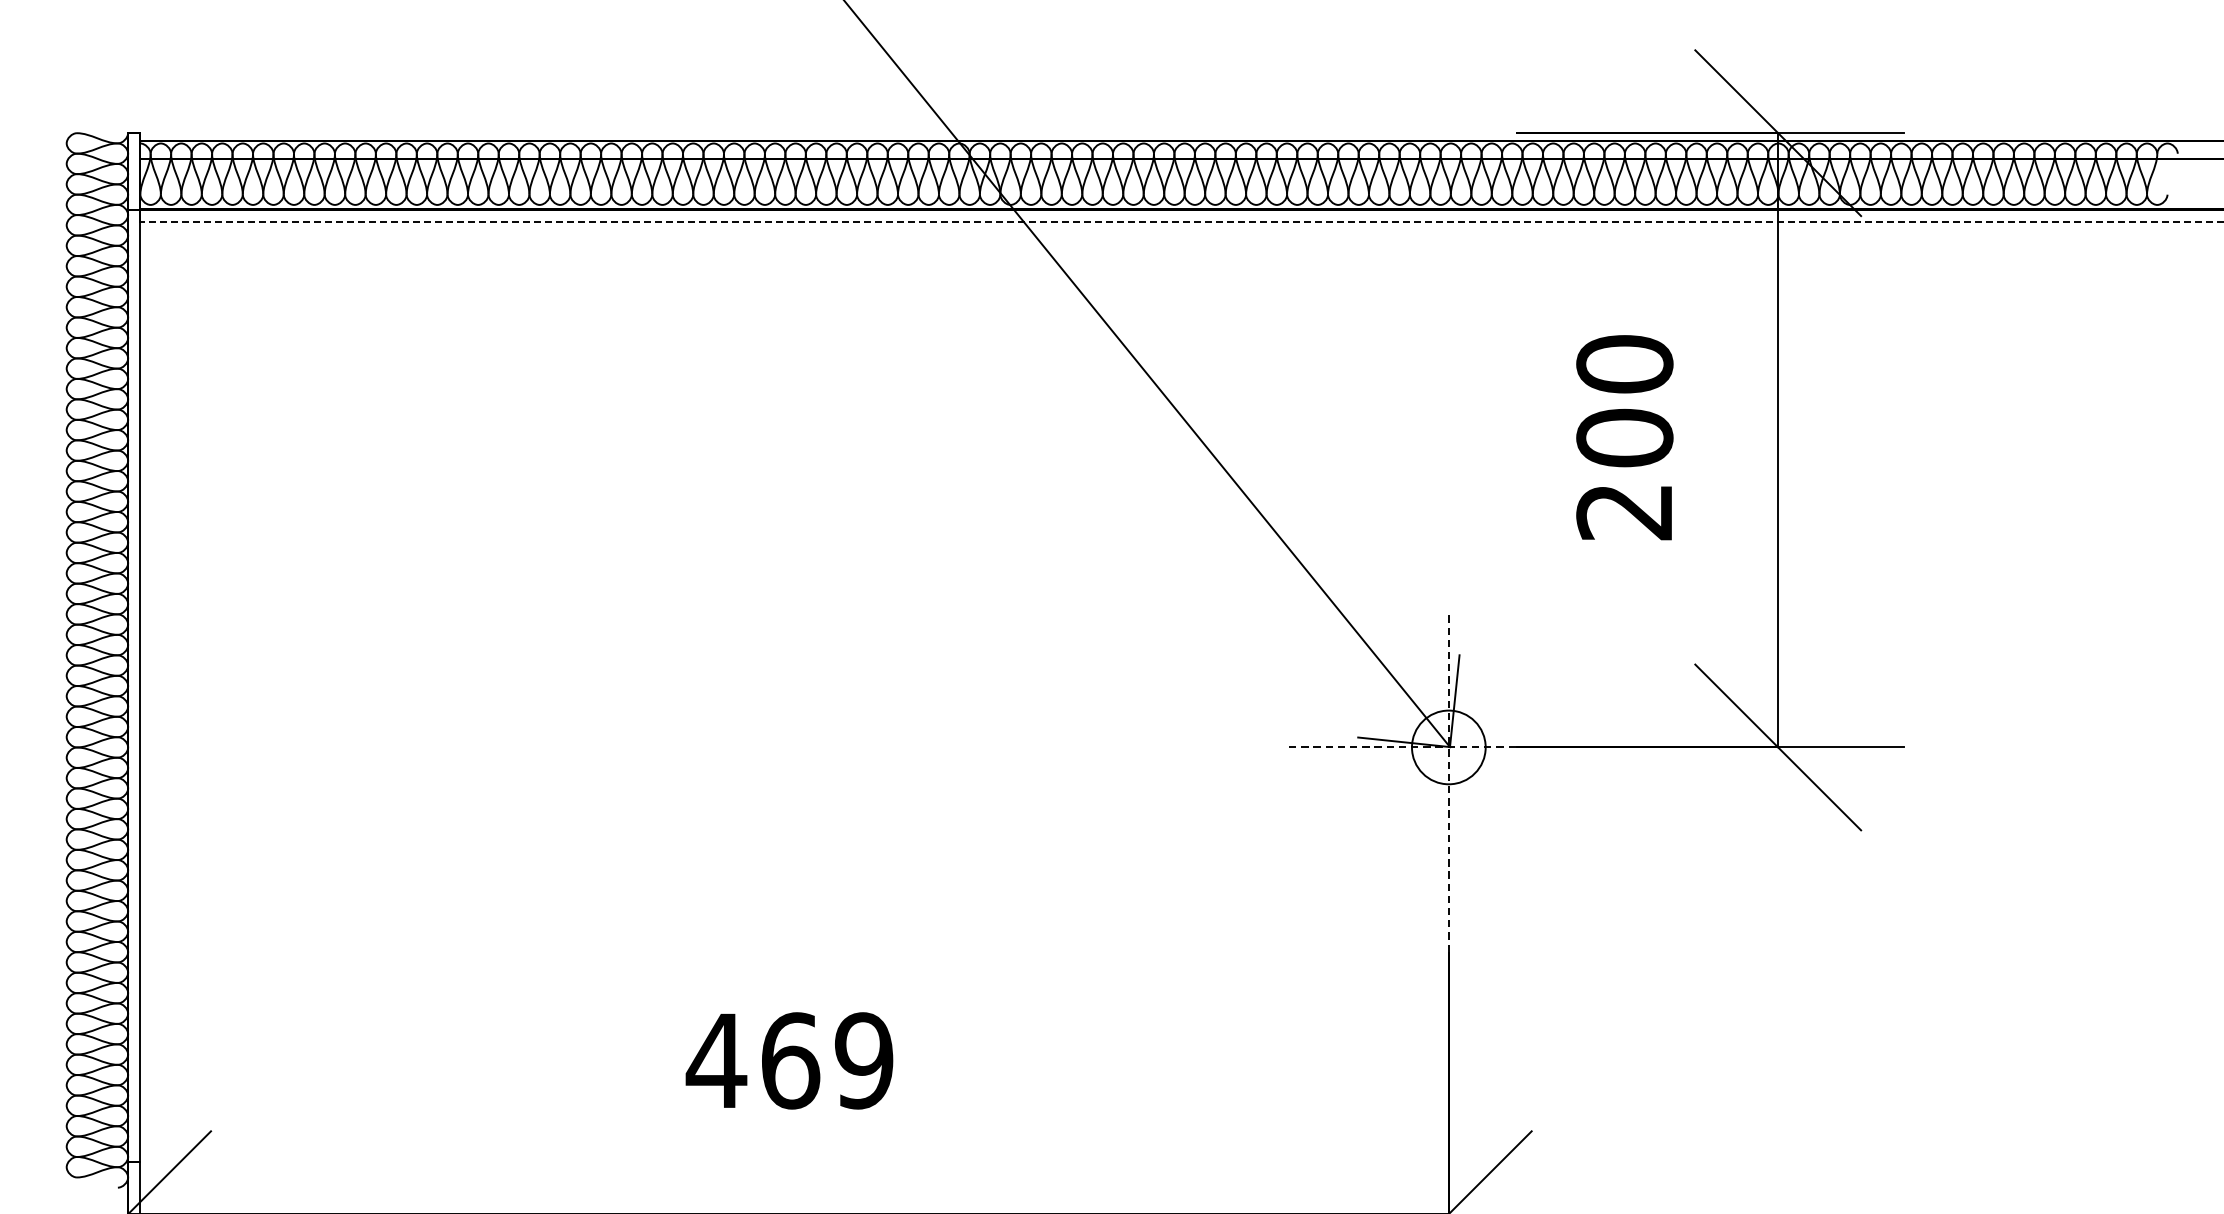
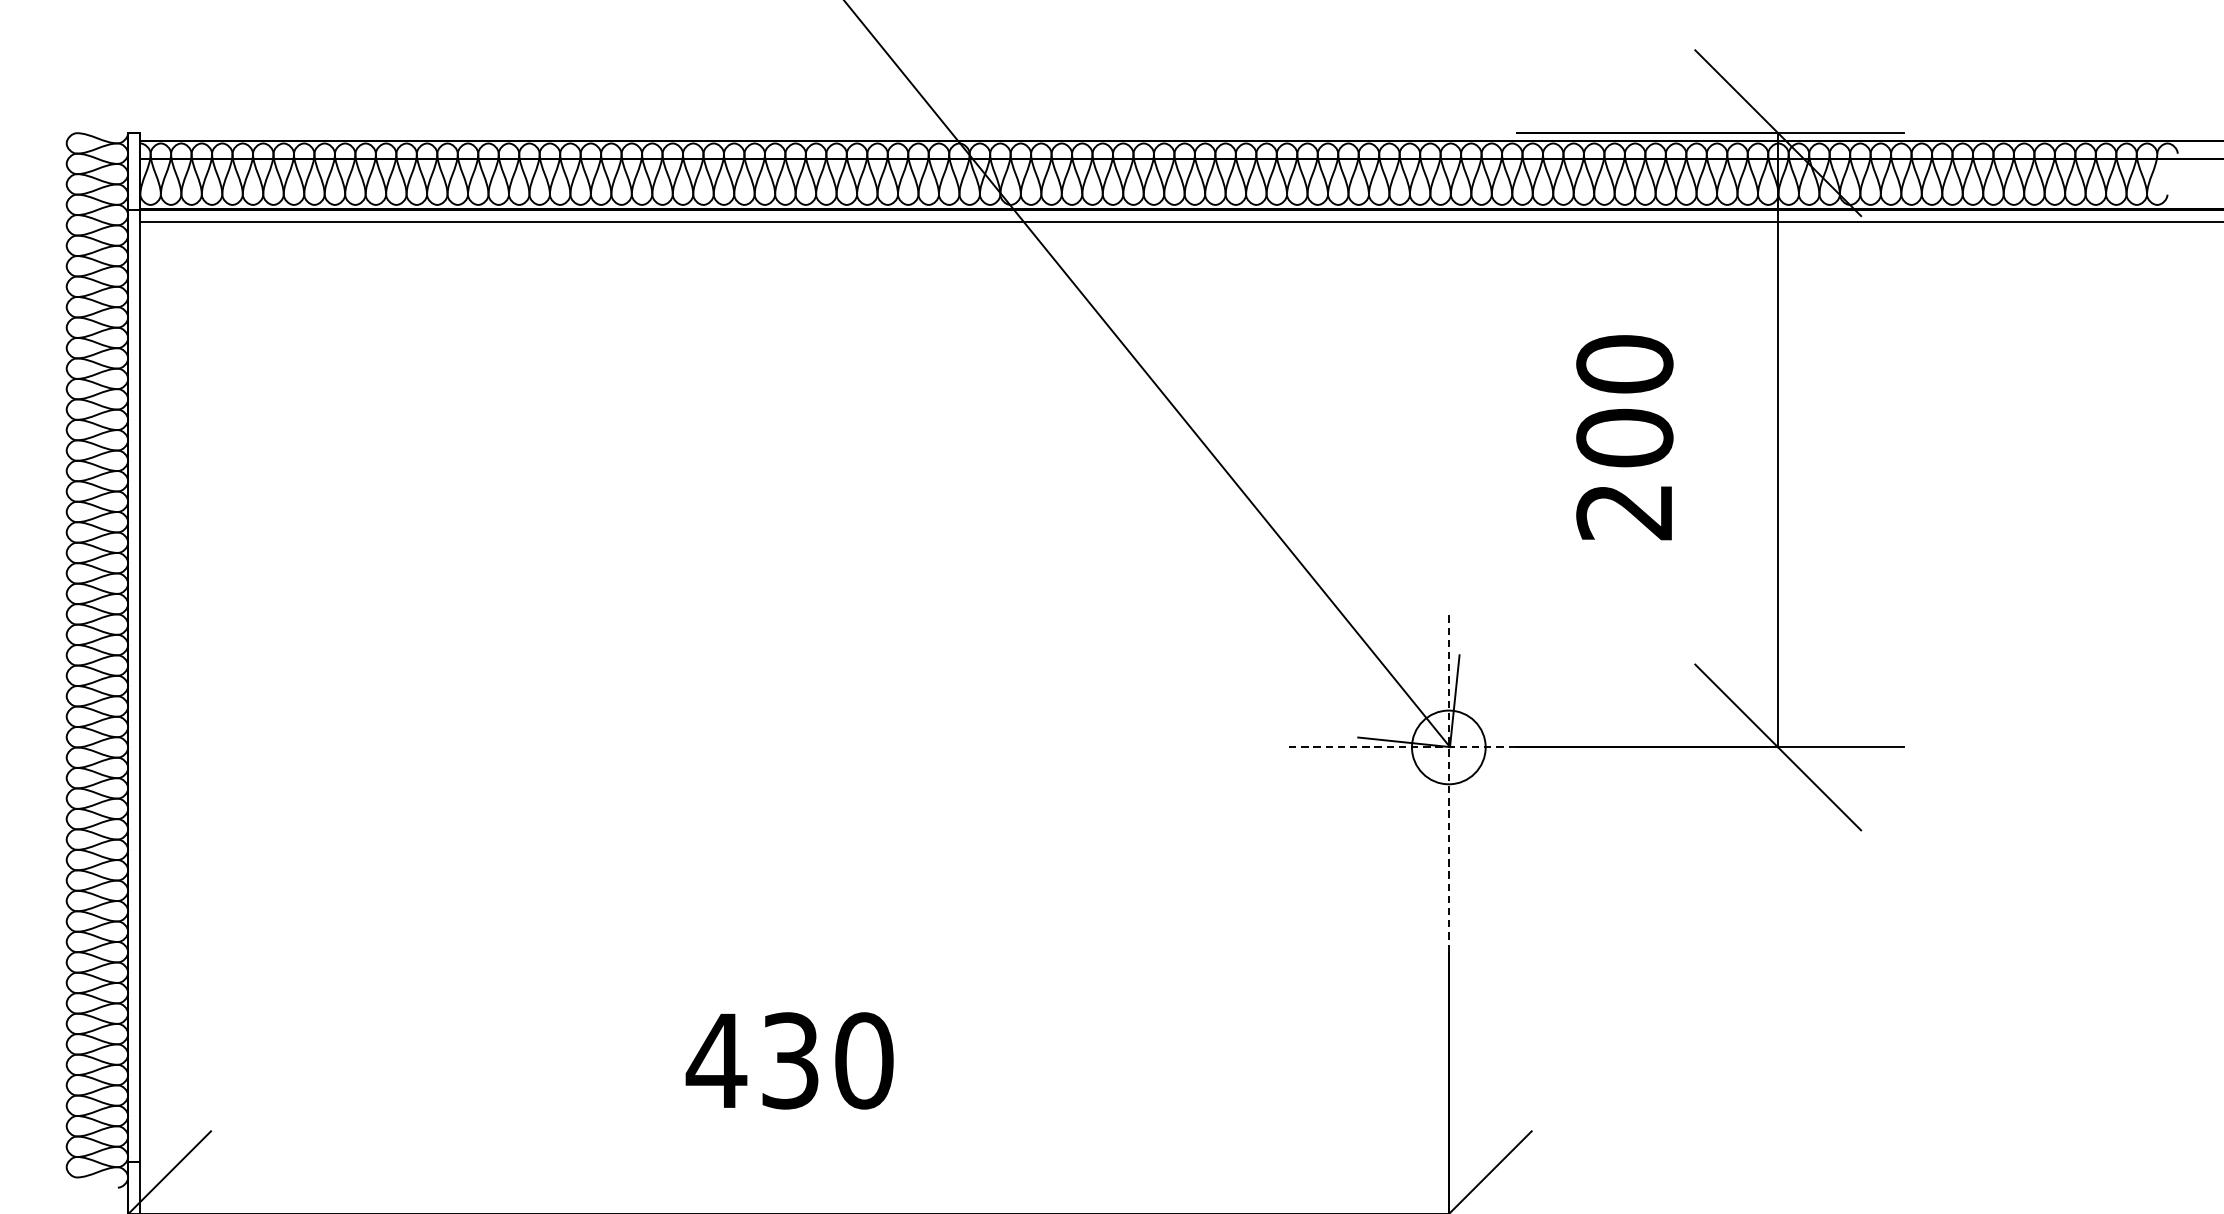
line at (1181, 222): dashed -> solid
text at (827, 1060): 469 -> 430
